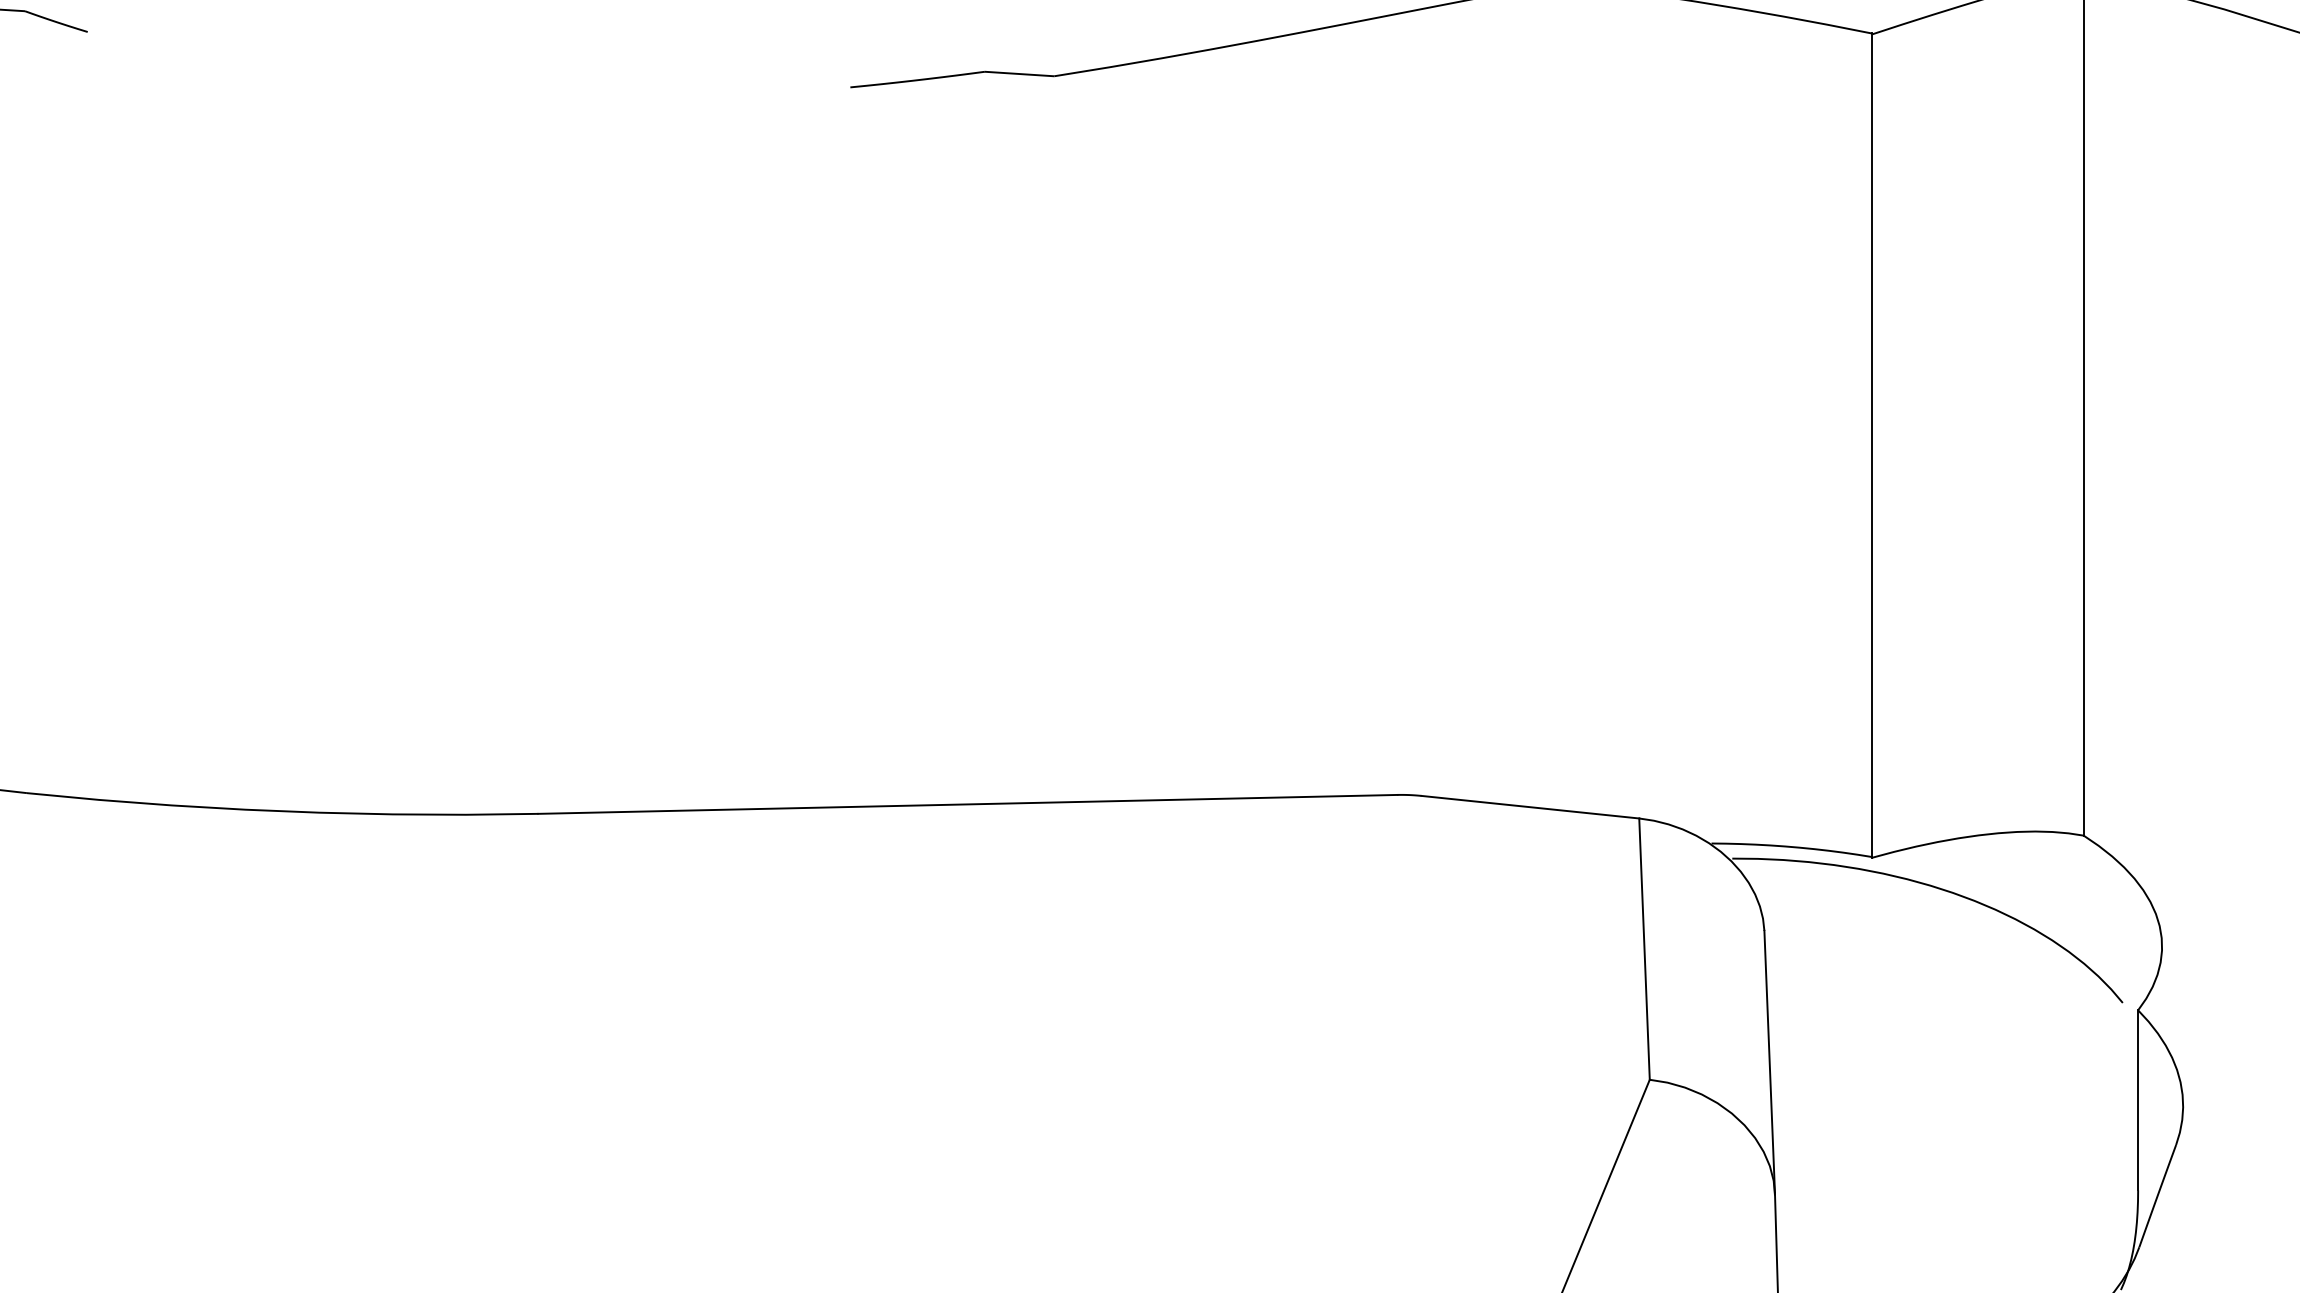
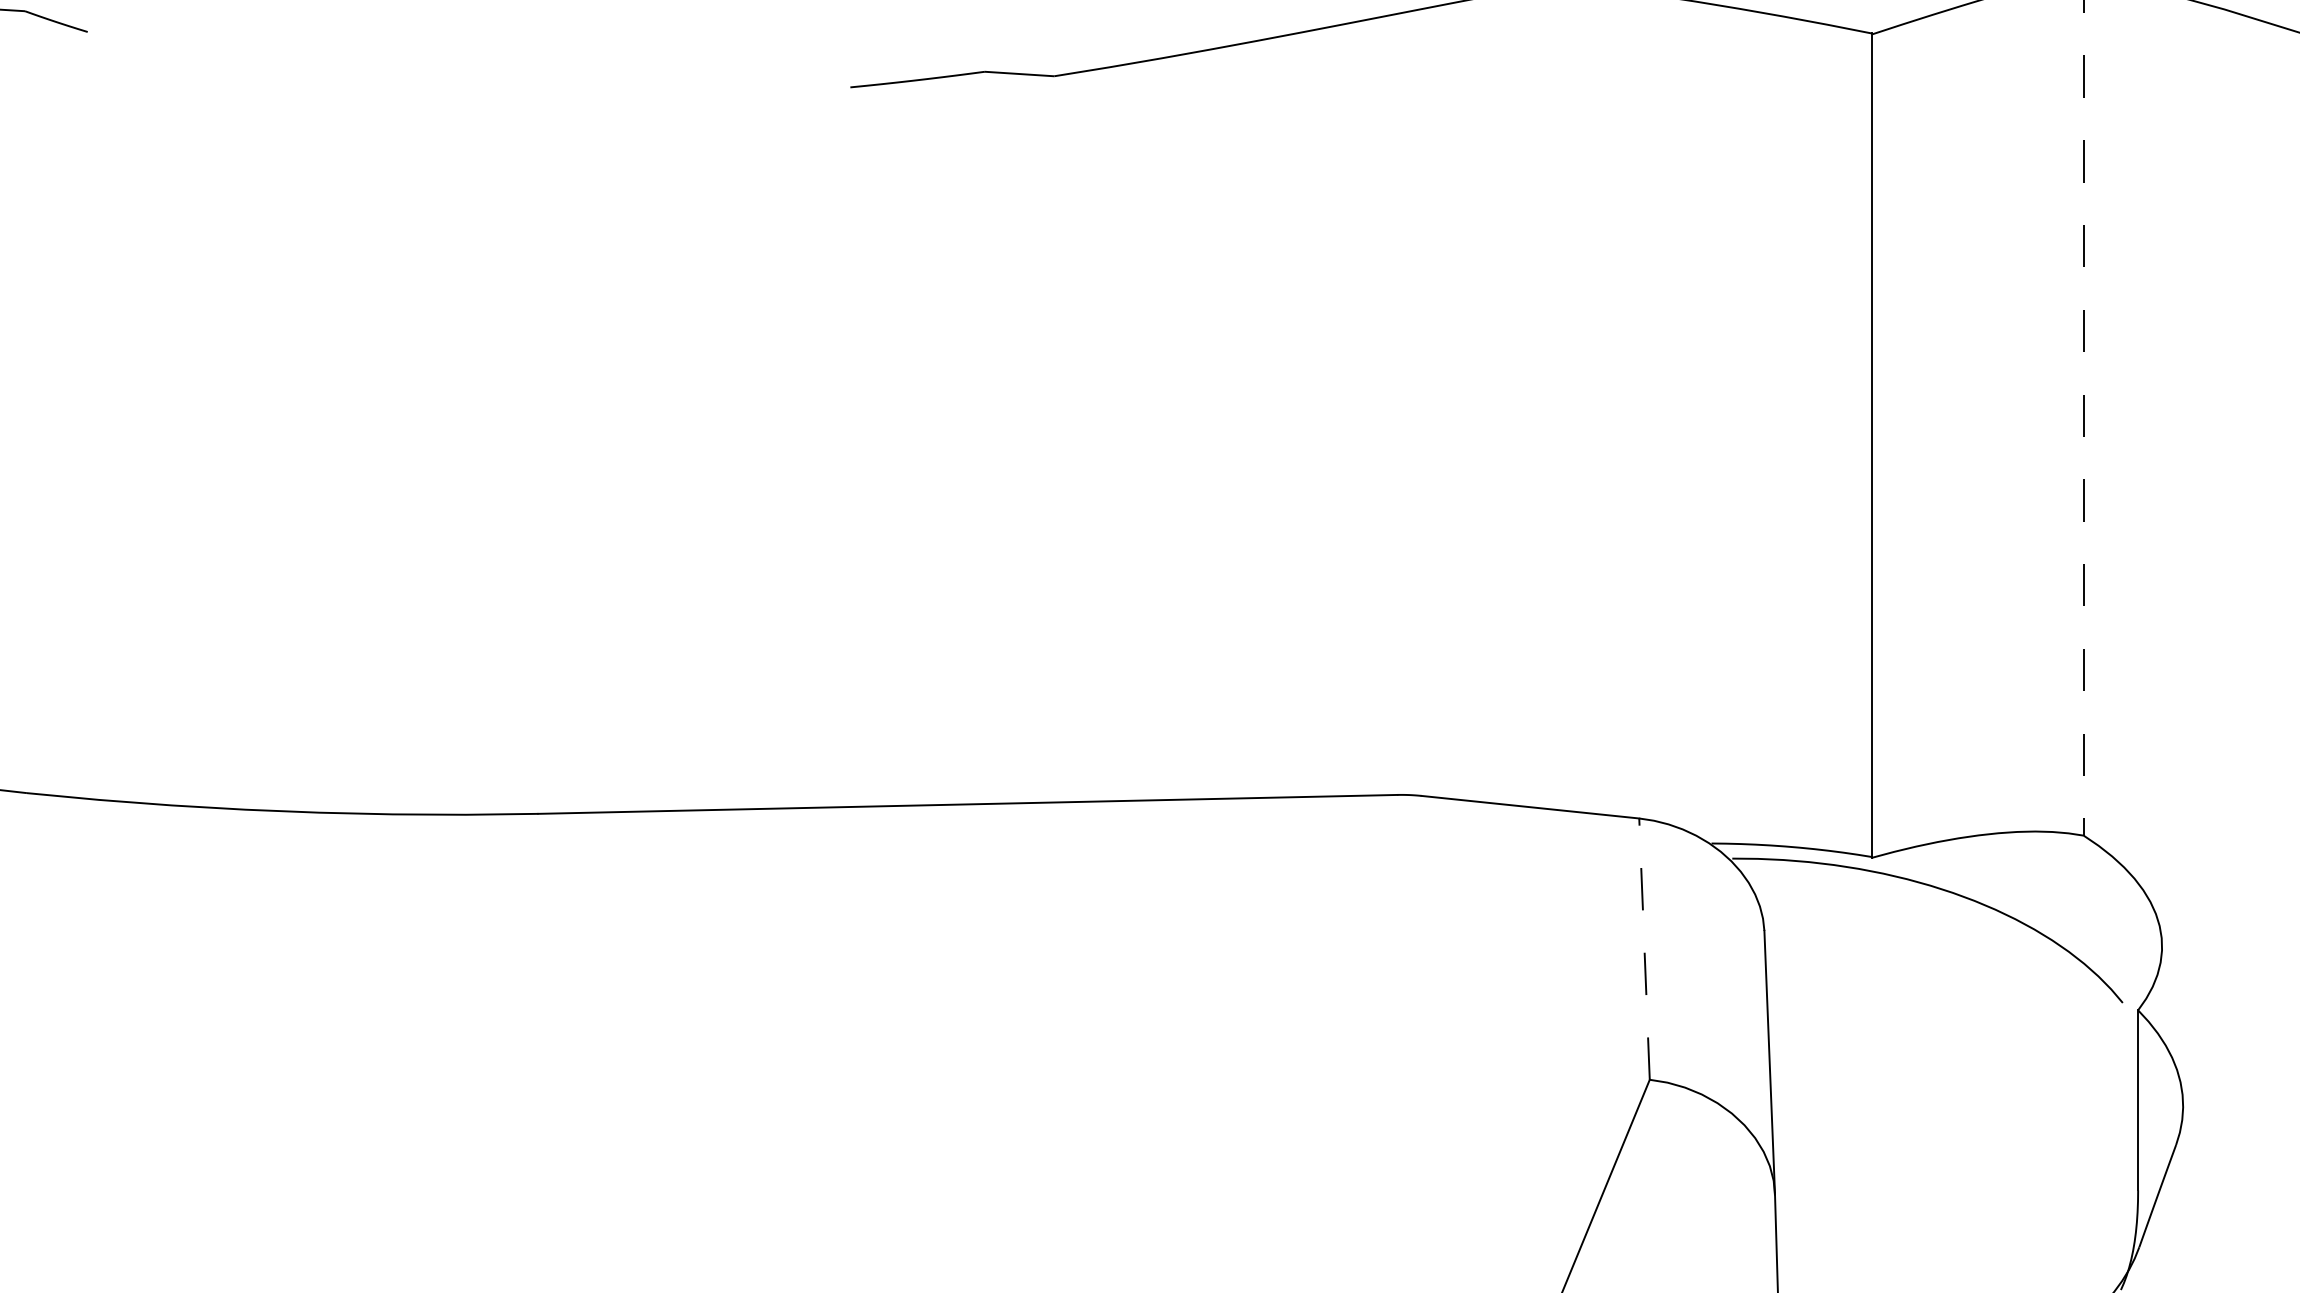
line at (2083, 418): solid -> dashed
line at (1644, 949): solid -> dashed
